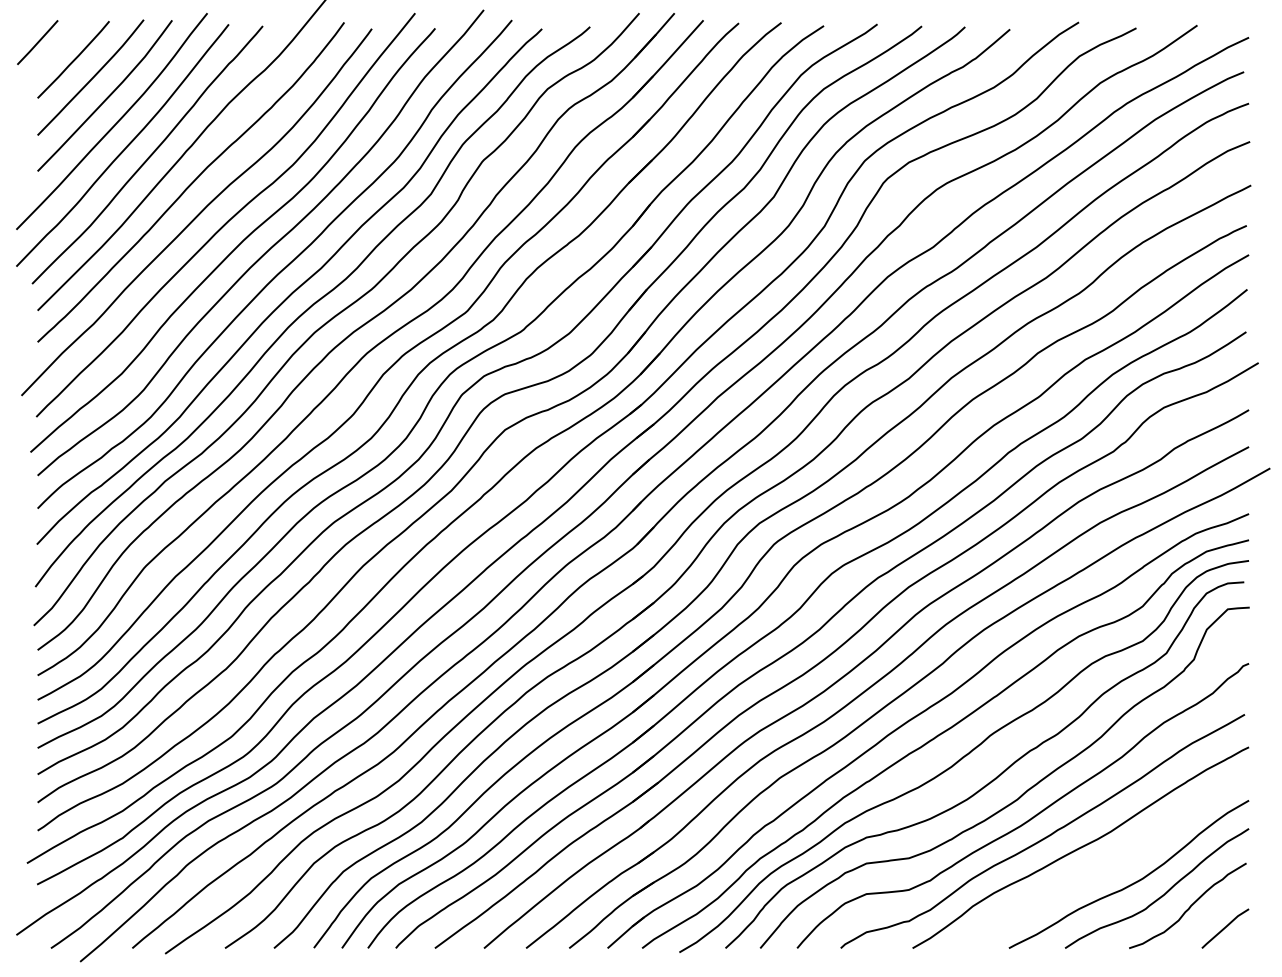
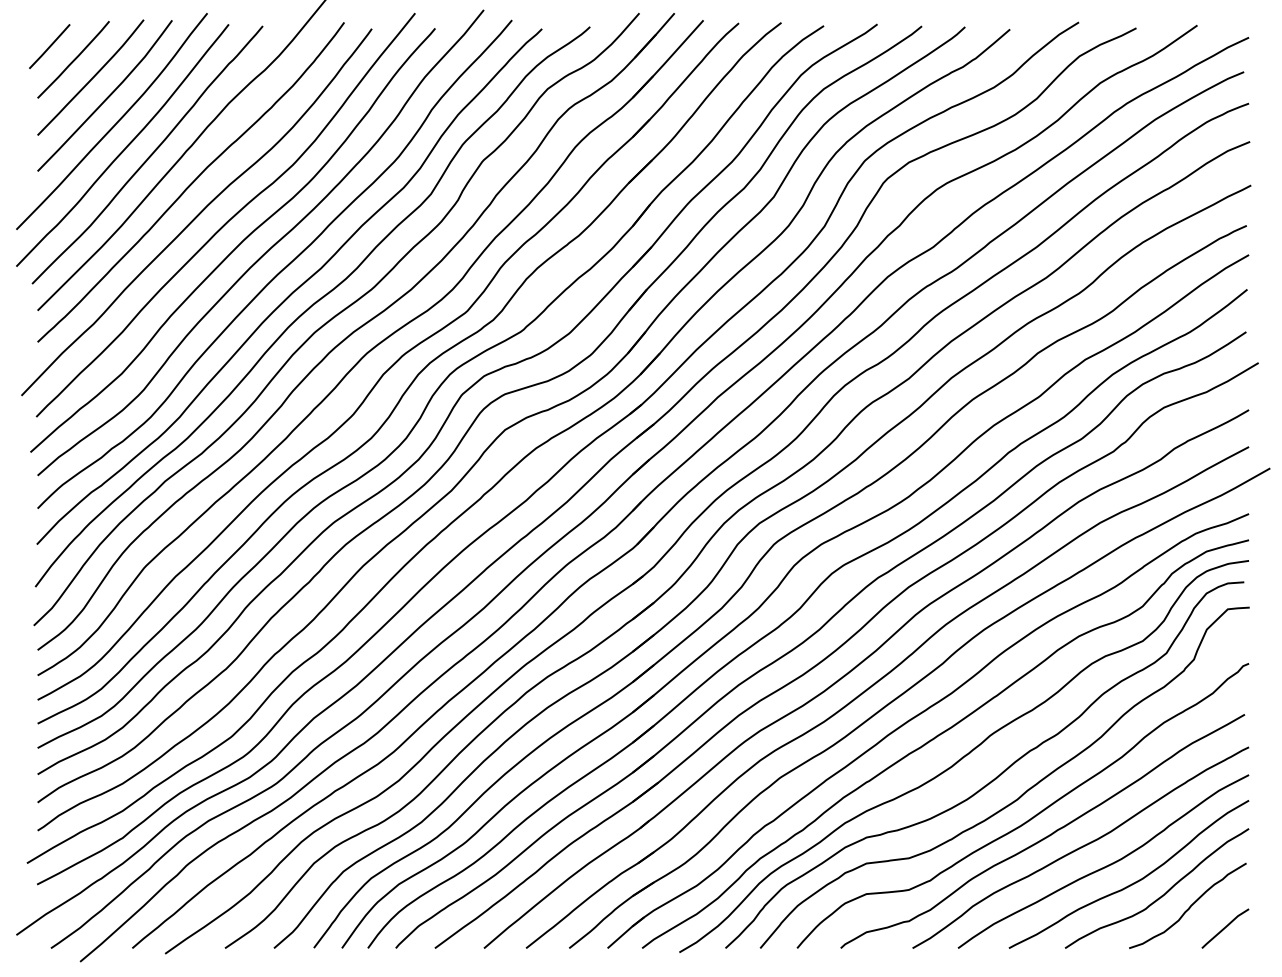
line at (37, 42) position: (37, 42) -> (49, 46)
curve at (1106, 865): none -> present
